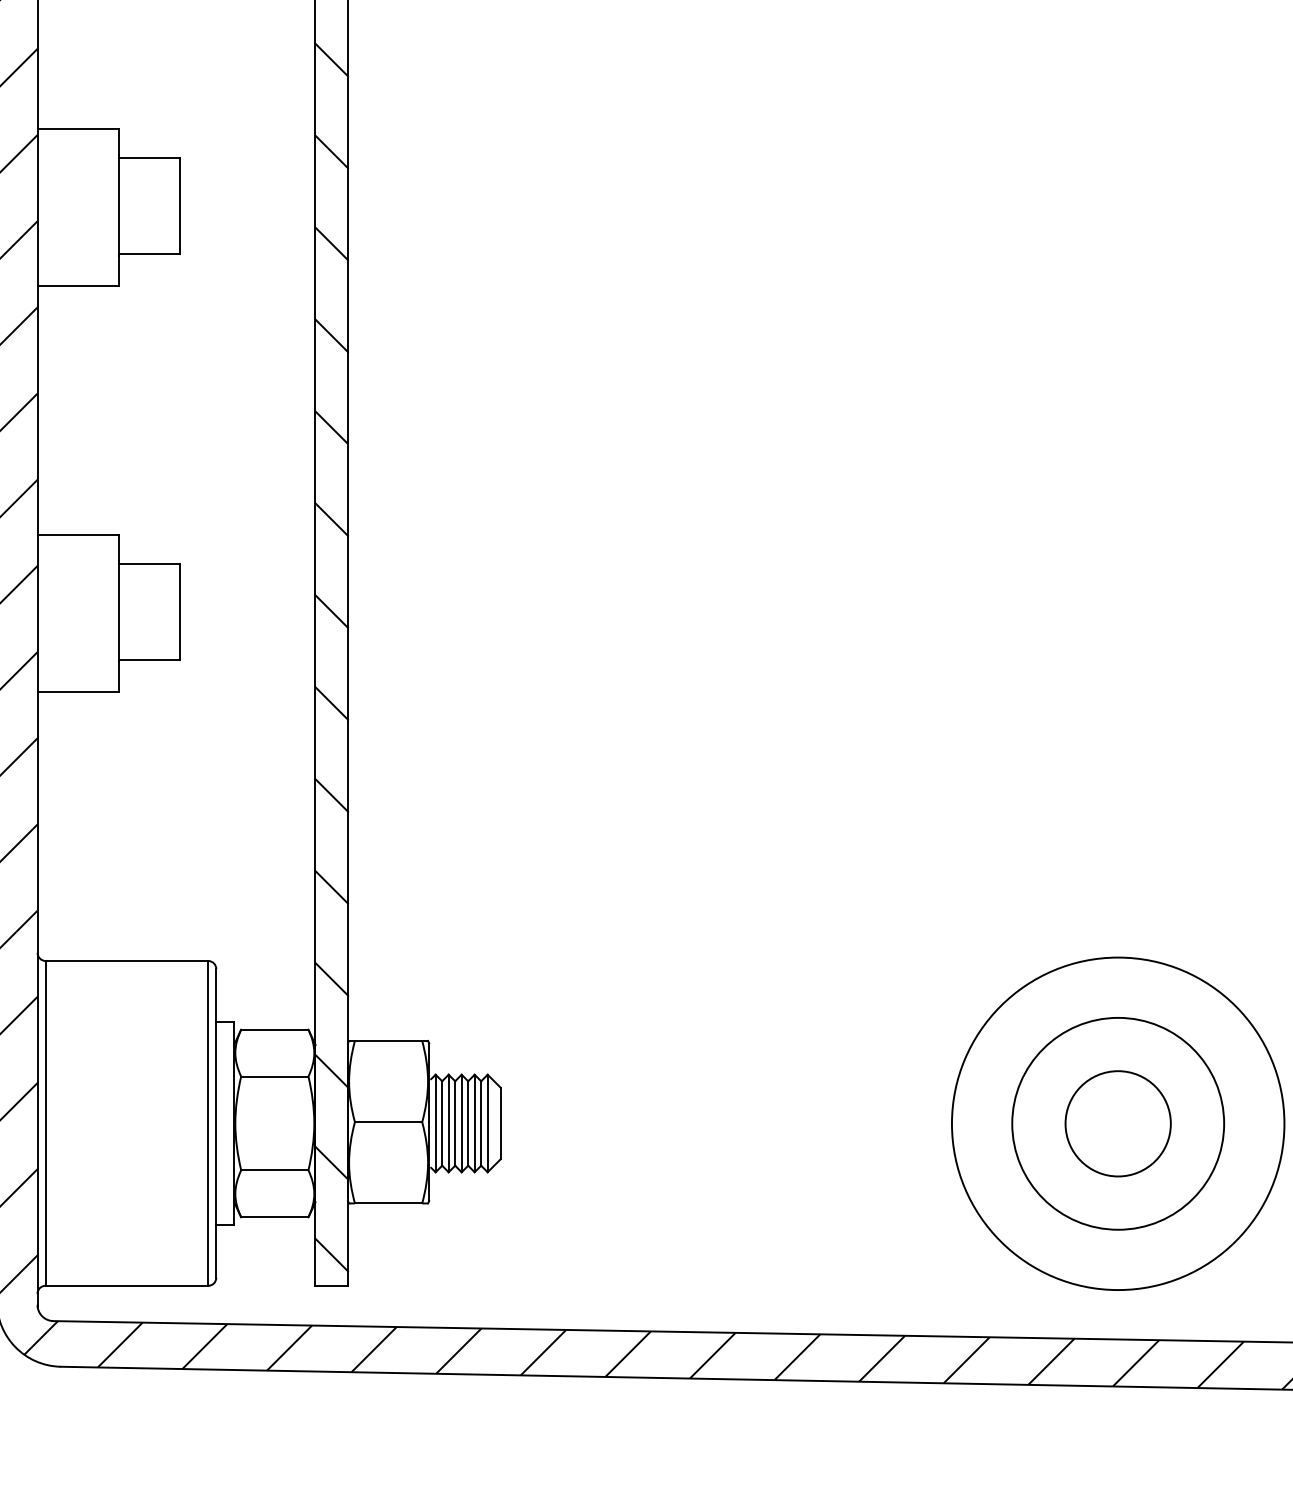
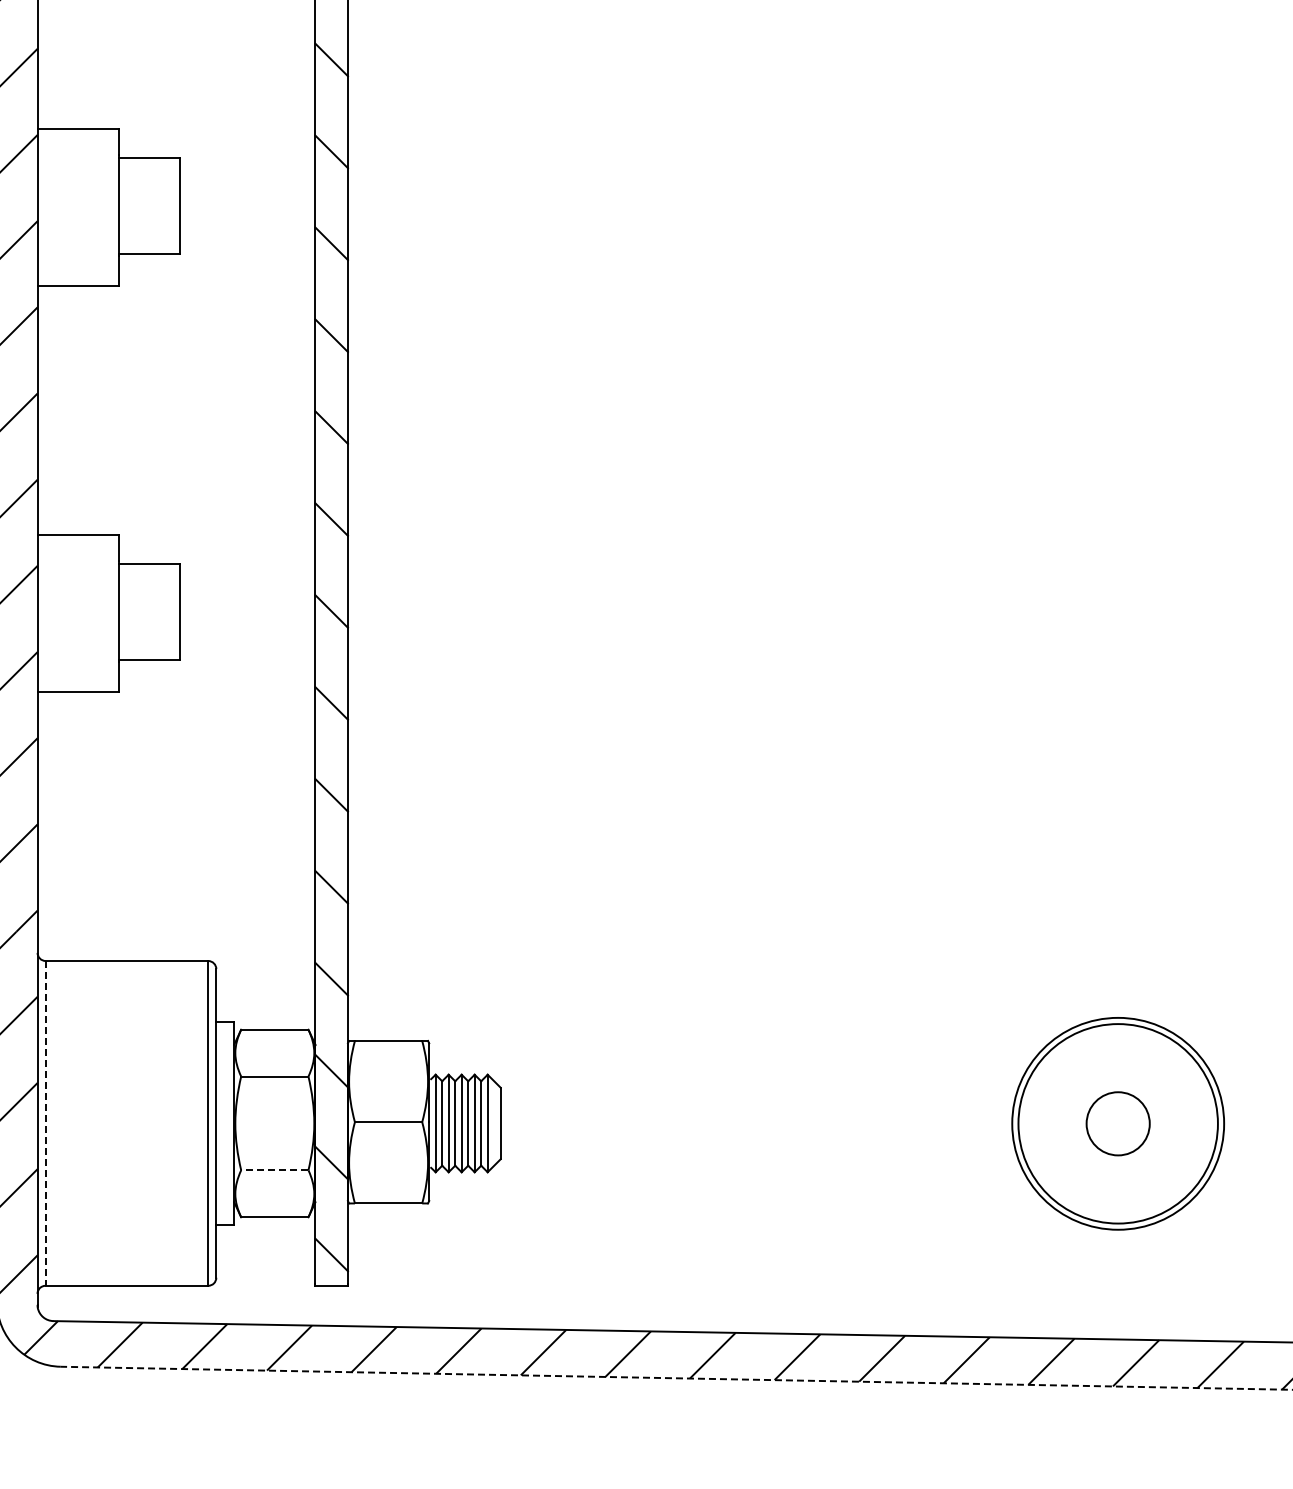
line at (45, 1123): solid -> dashed
circle at (1117, 1123) diameter: 105 px -> 63 px
circle at (1117, 1123) diameter: 332 px -> 199 px
line at (274, 1170): solid -> dashed
line at (676, 1378): solid -> dashed
